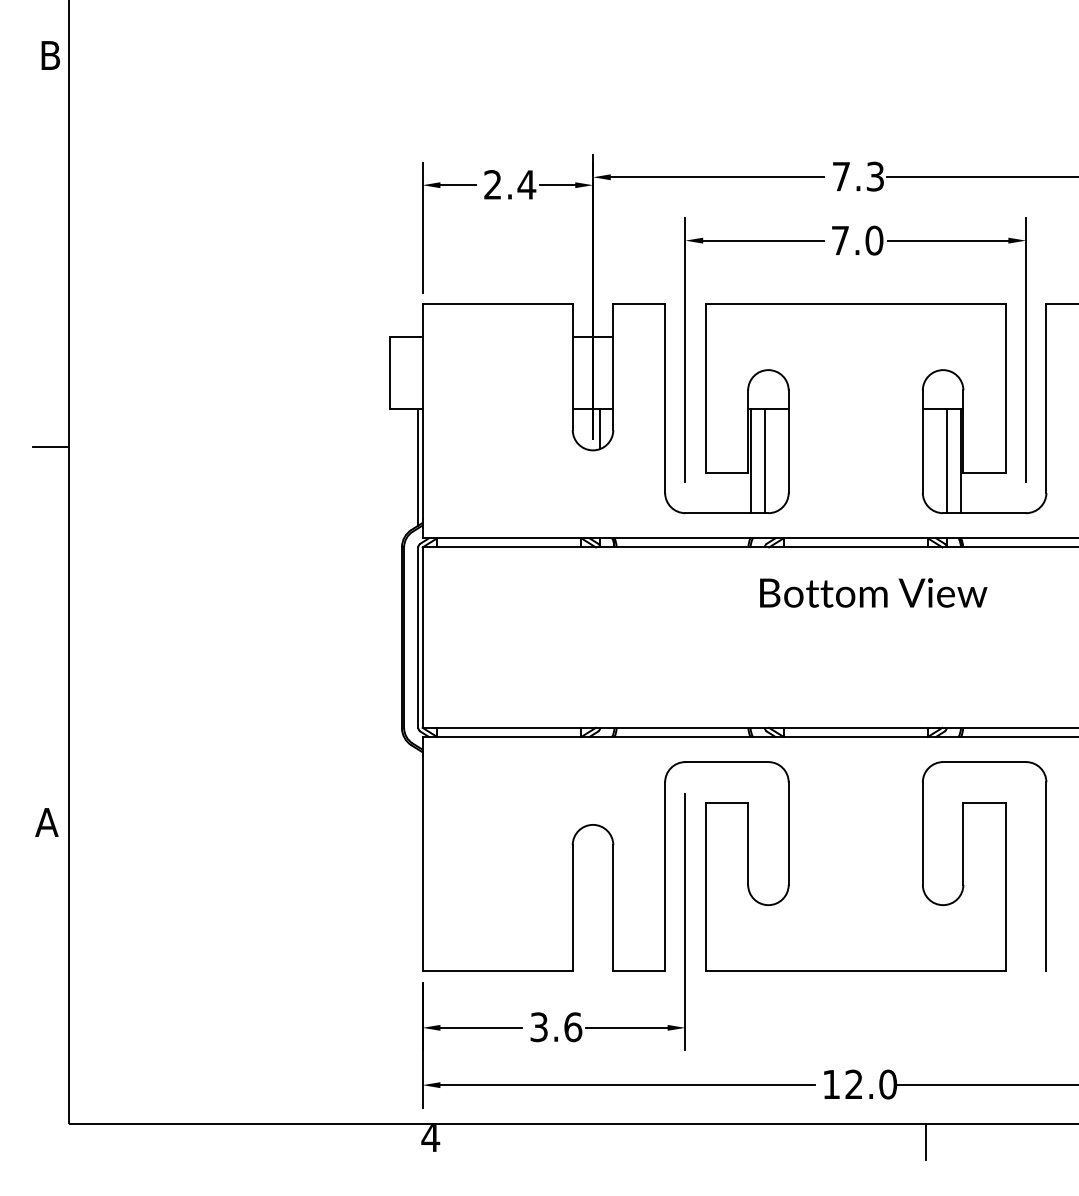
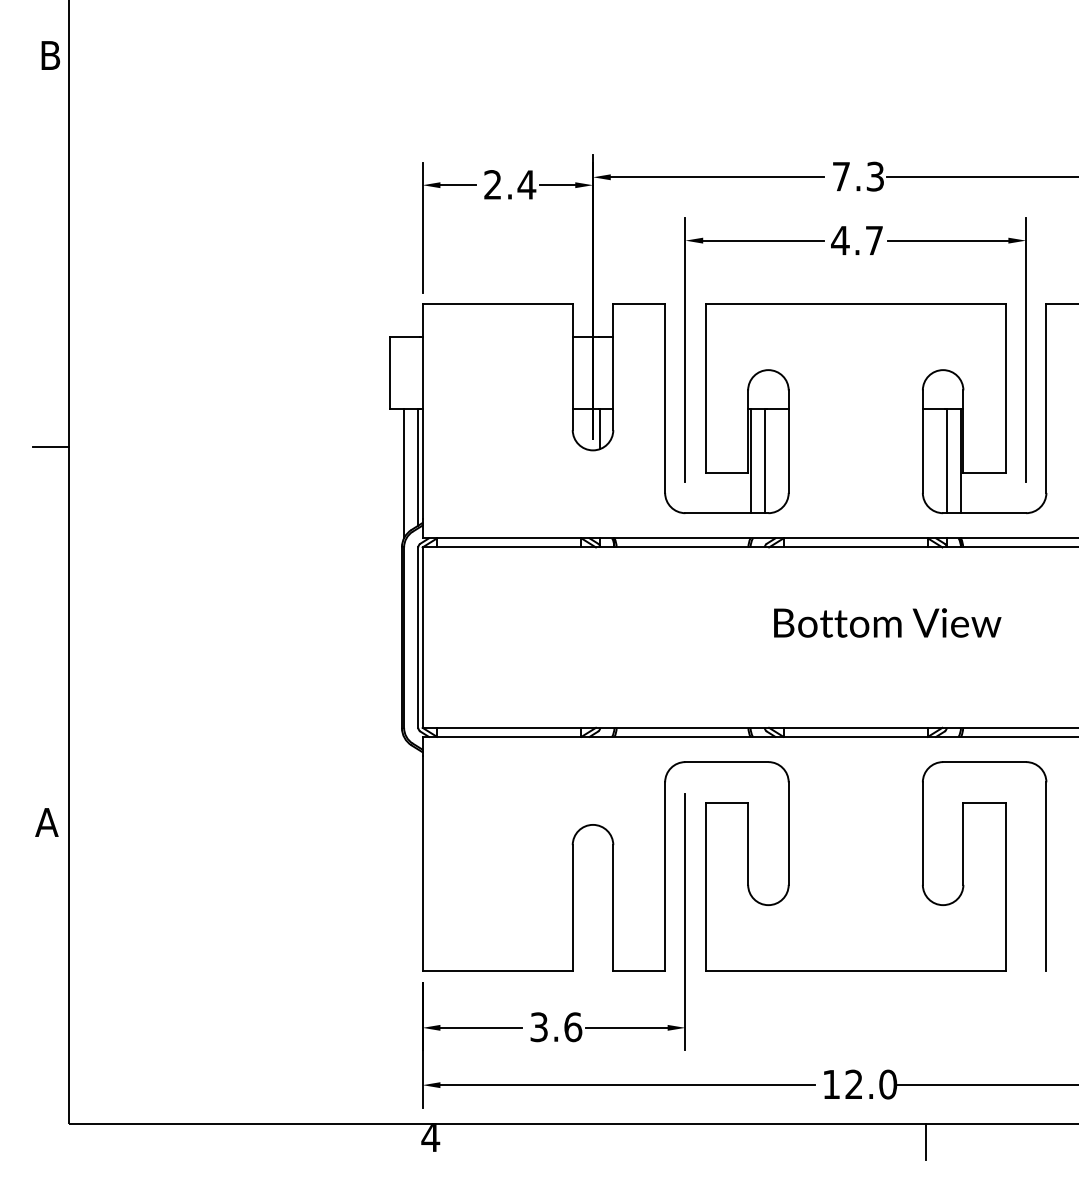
text at (857, 240): 7.0 -> 4.7
line at (404, 473): none -> present
text at (873, 592) position: (873, 592) -> (887, 622)
